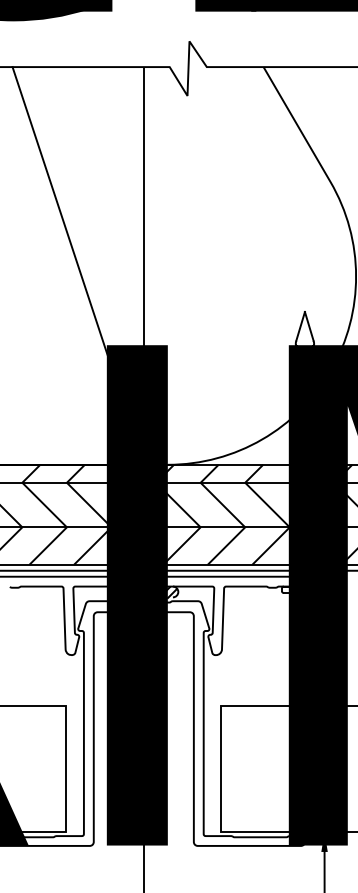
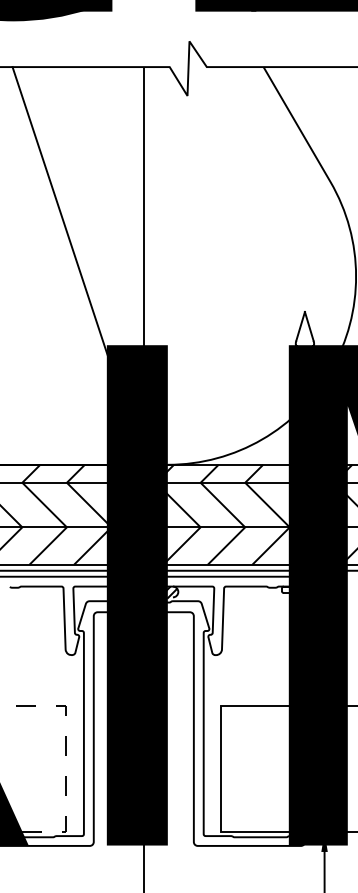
line at (66, 769): solid -> dashed
